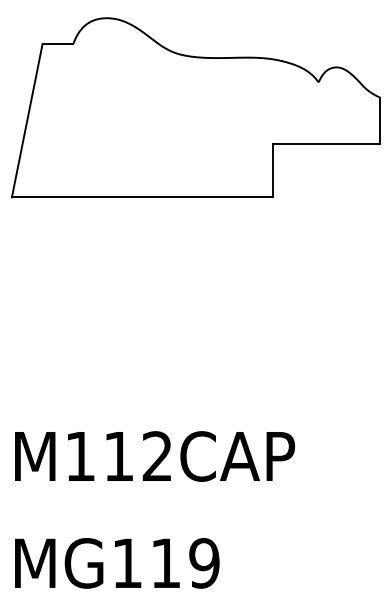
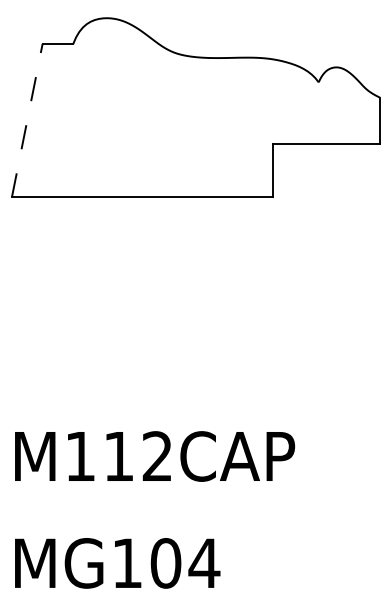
line at (27, 120): solid -> dashed
text at (185, 563): MG119 -> MG104
